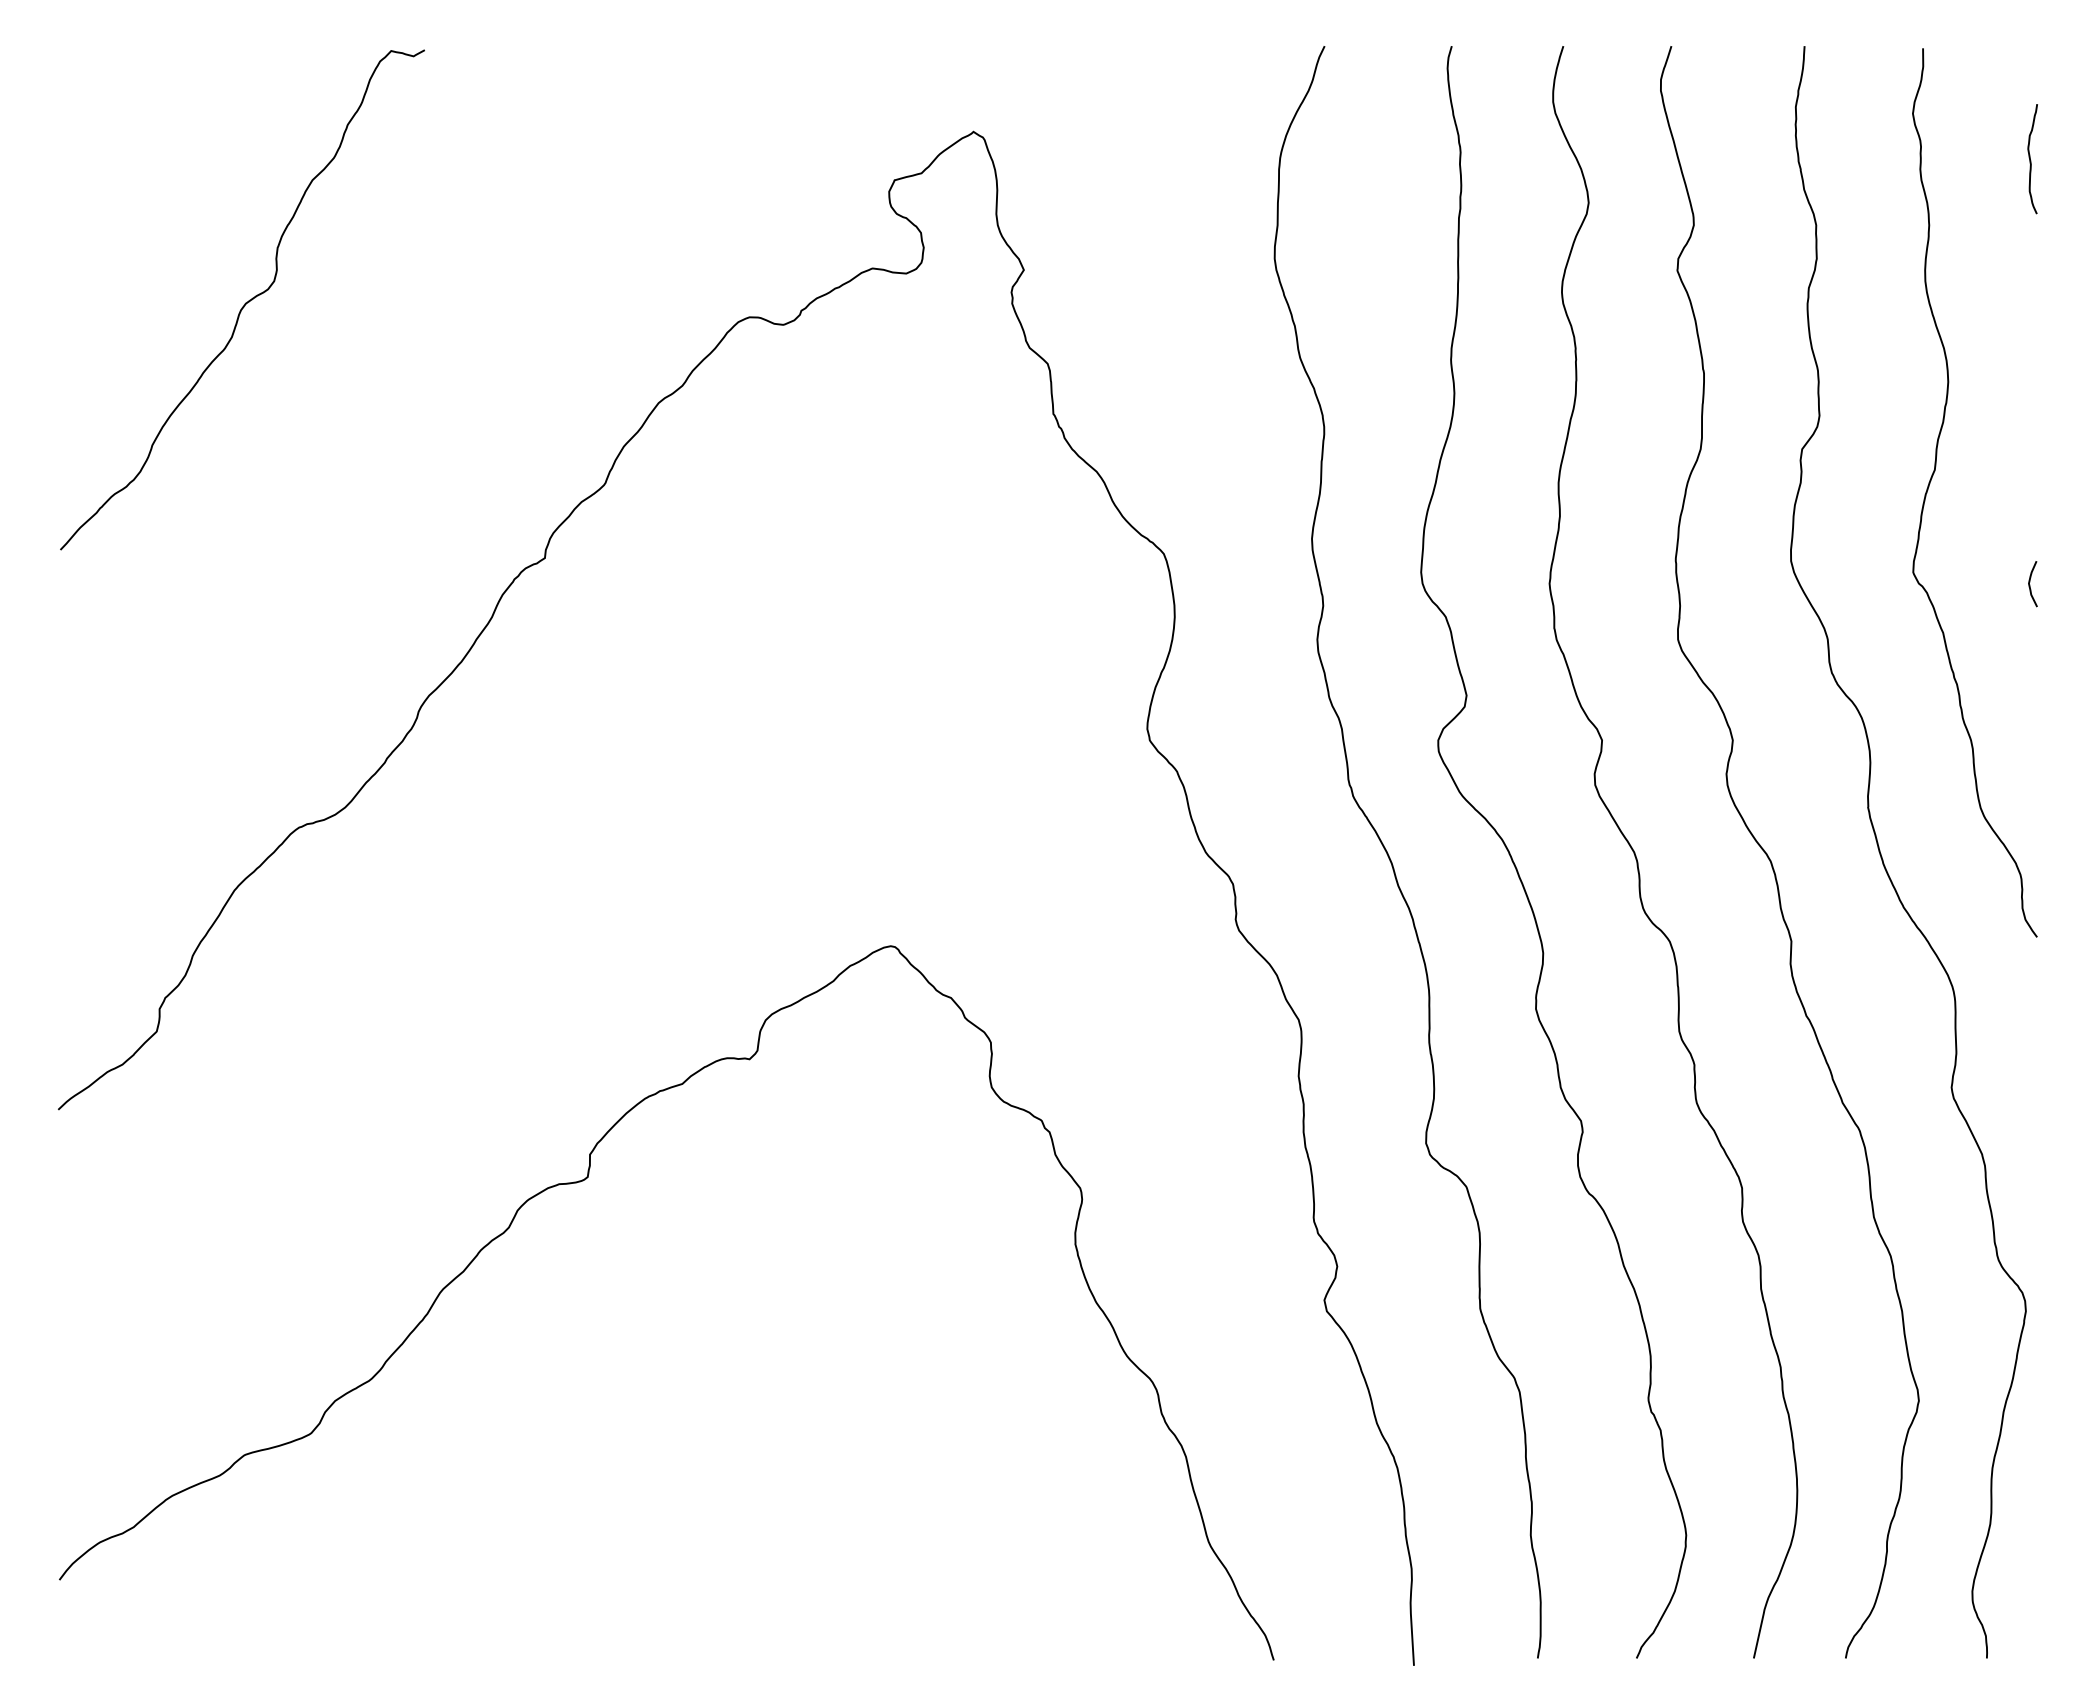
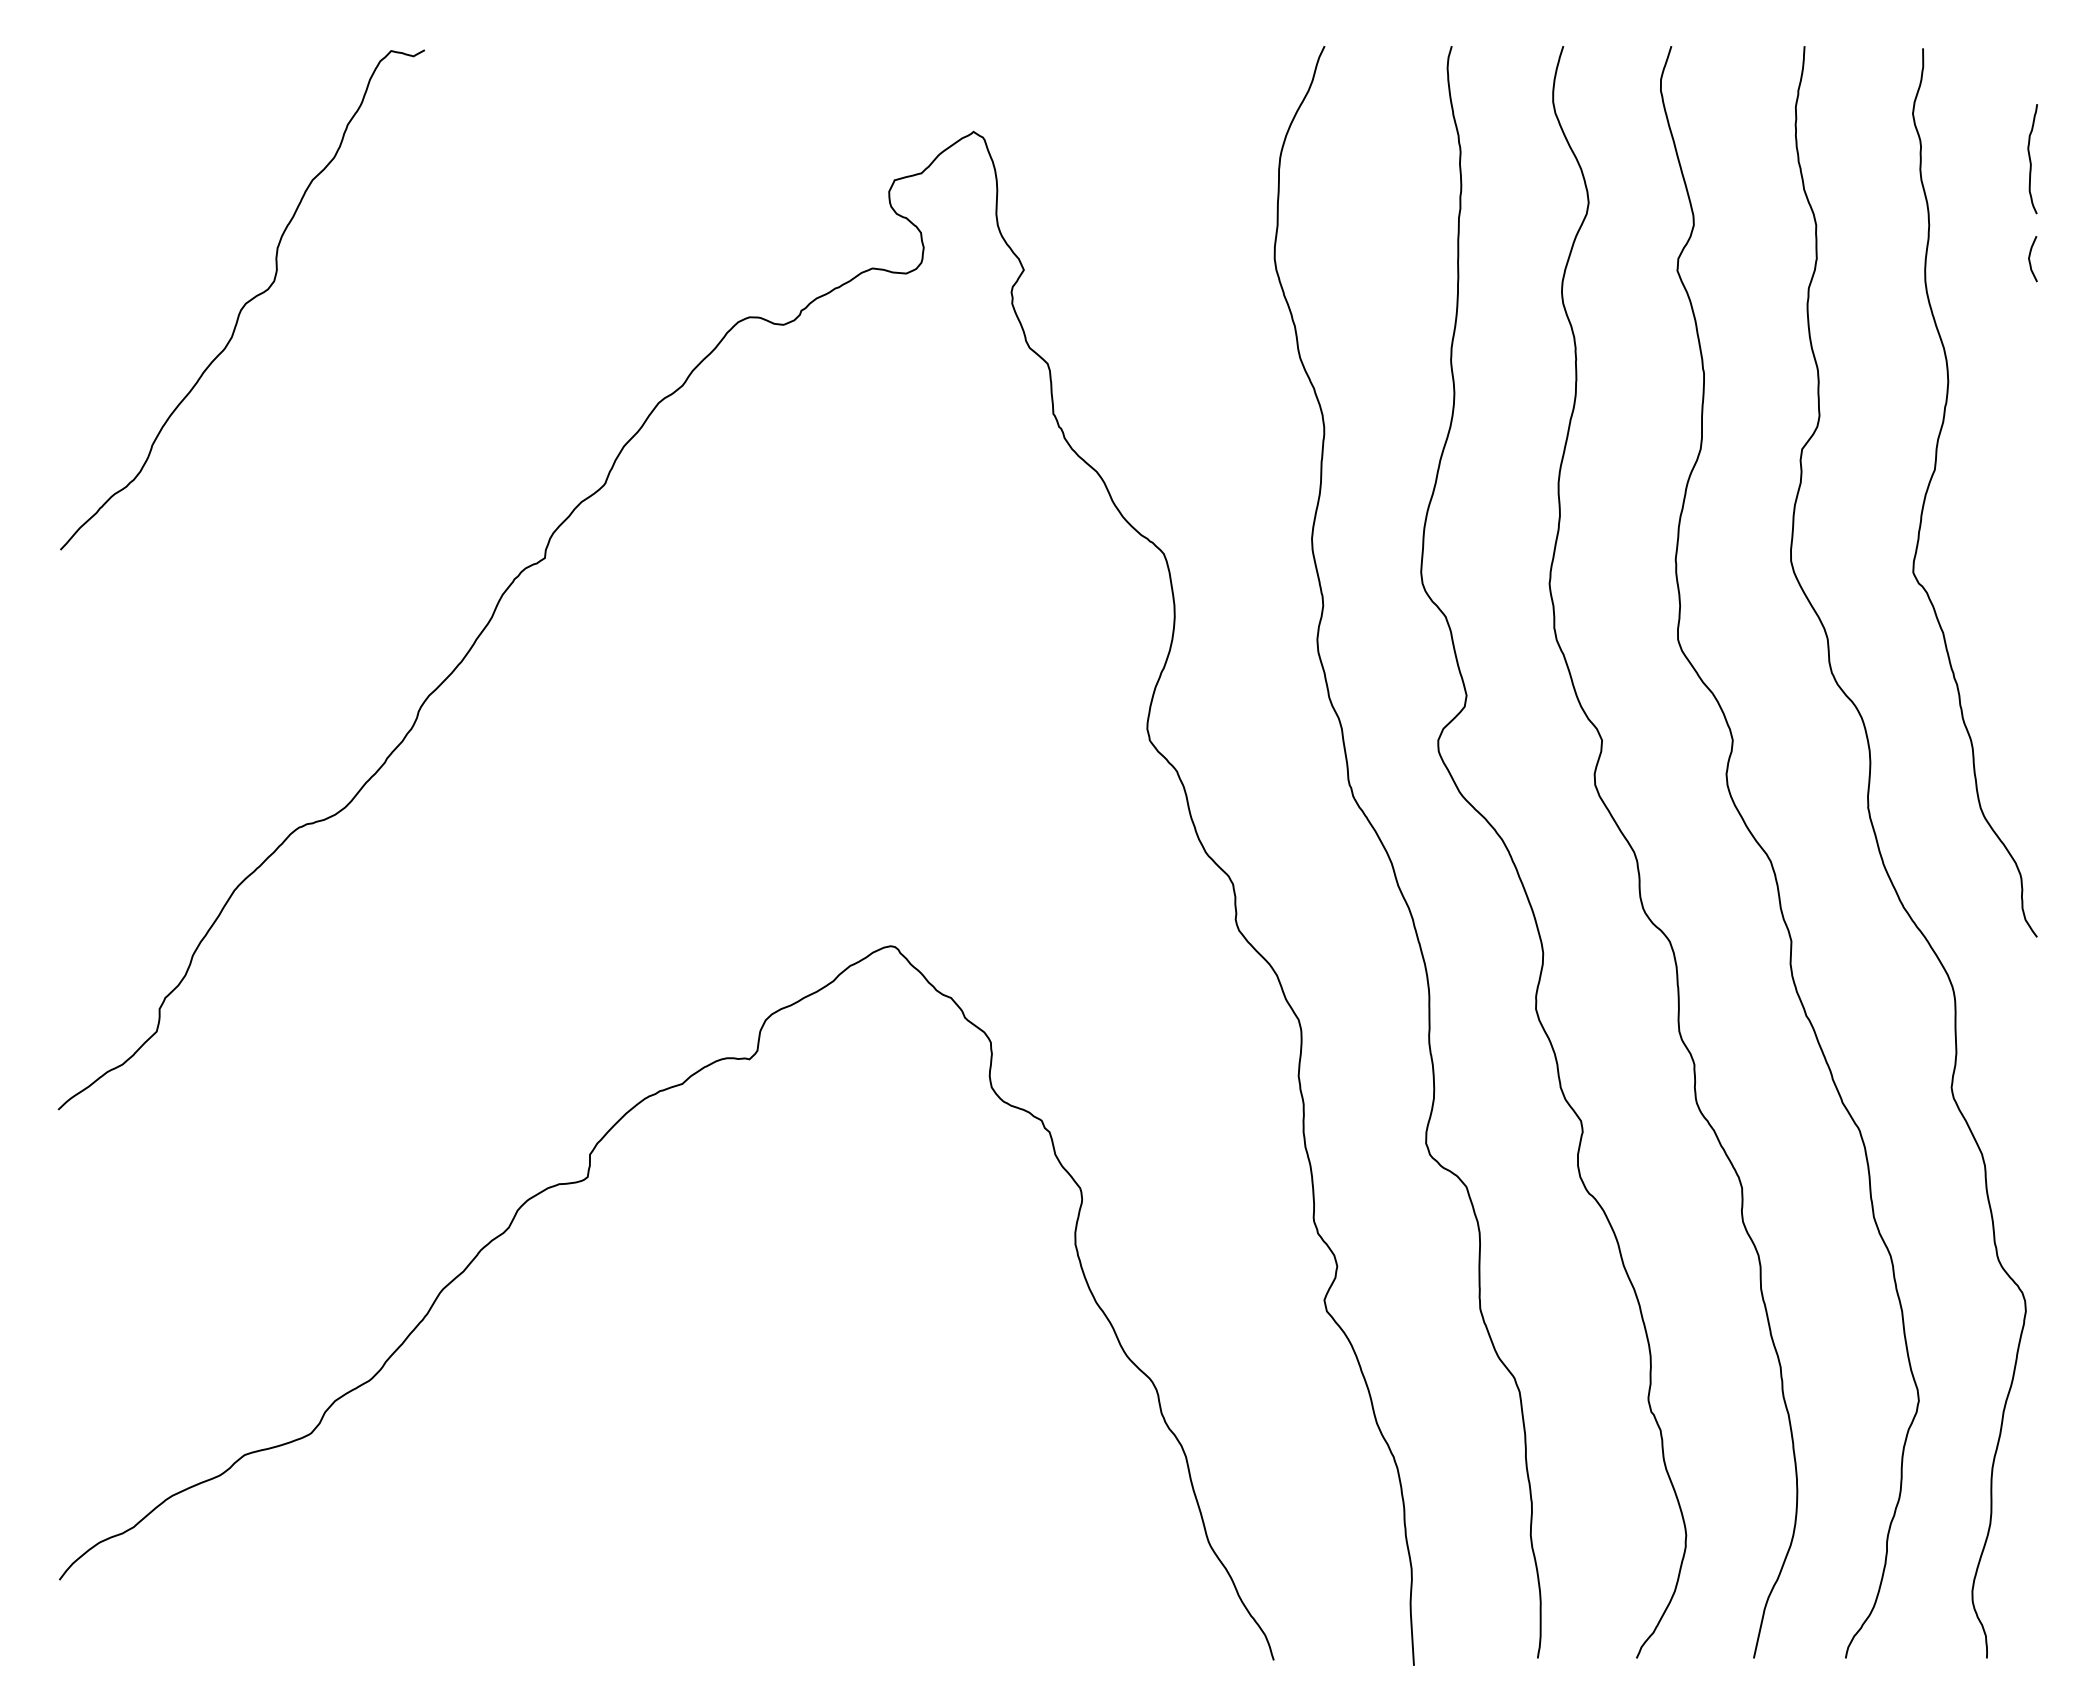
curve at (2030, 584) position: (2030, 584) -> (2030, 259)
